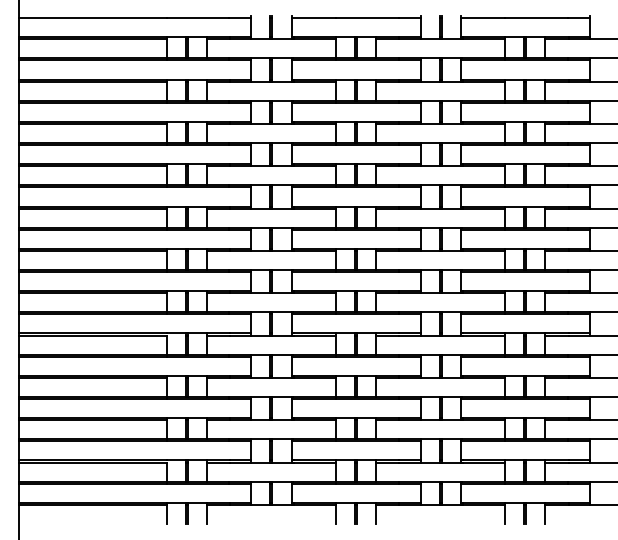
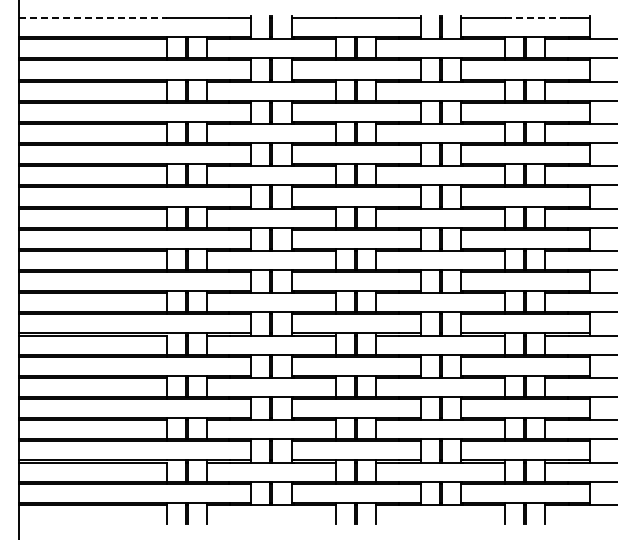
line at (93, 18): solid -> dashed
line at (537, 18): solid -> dashed
